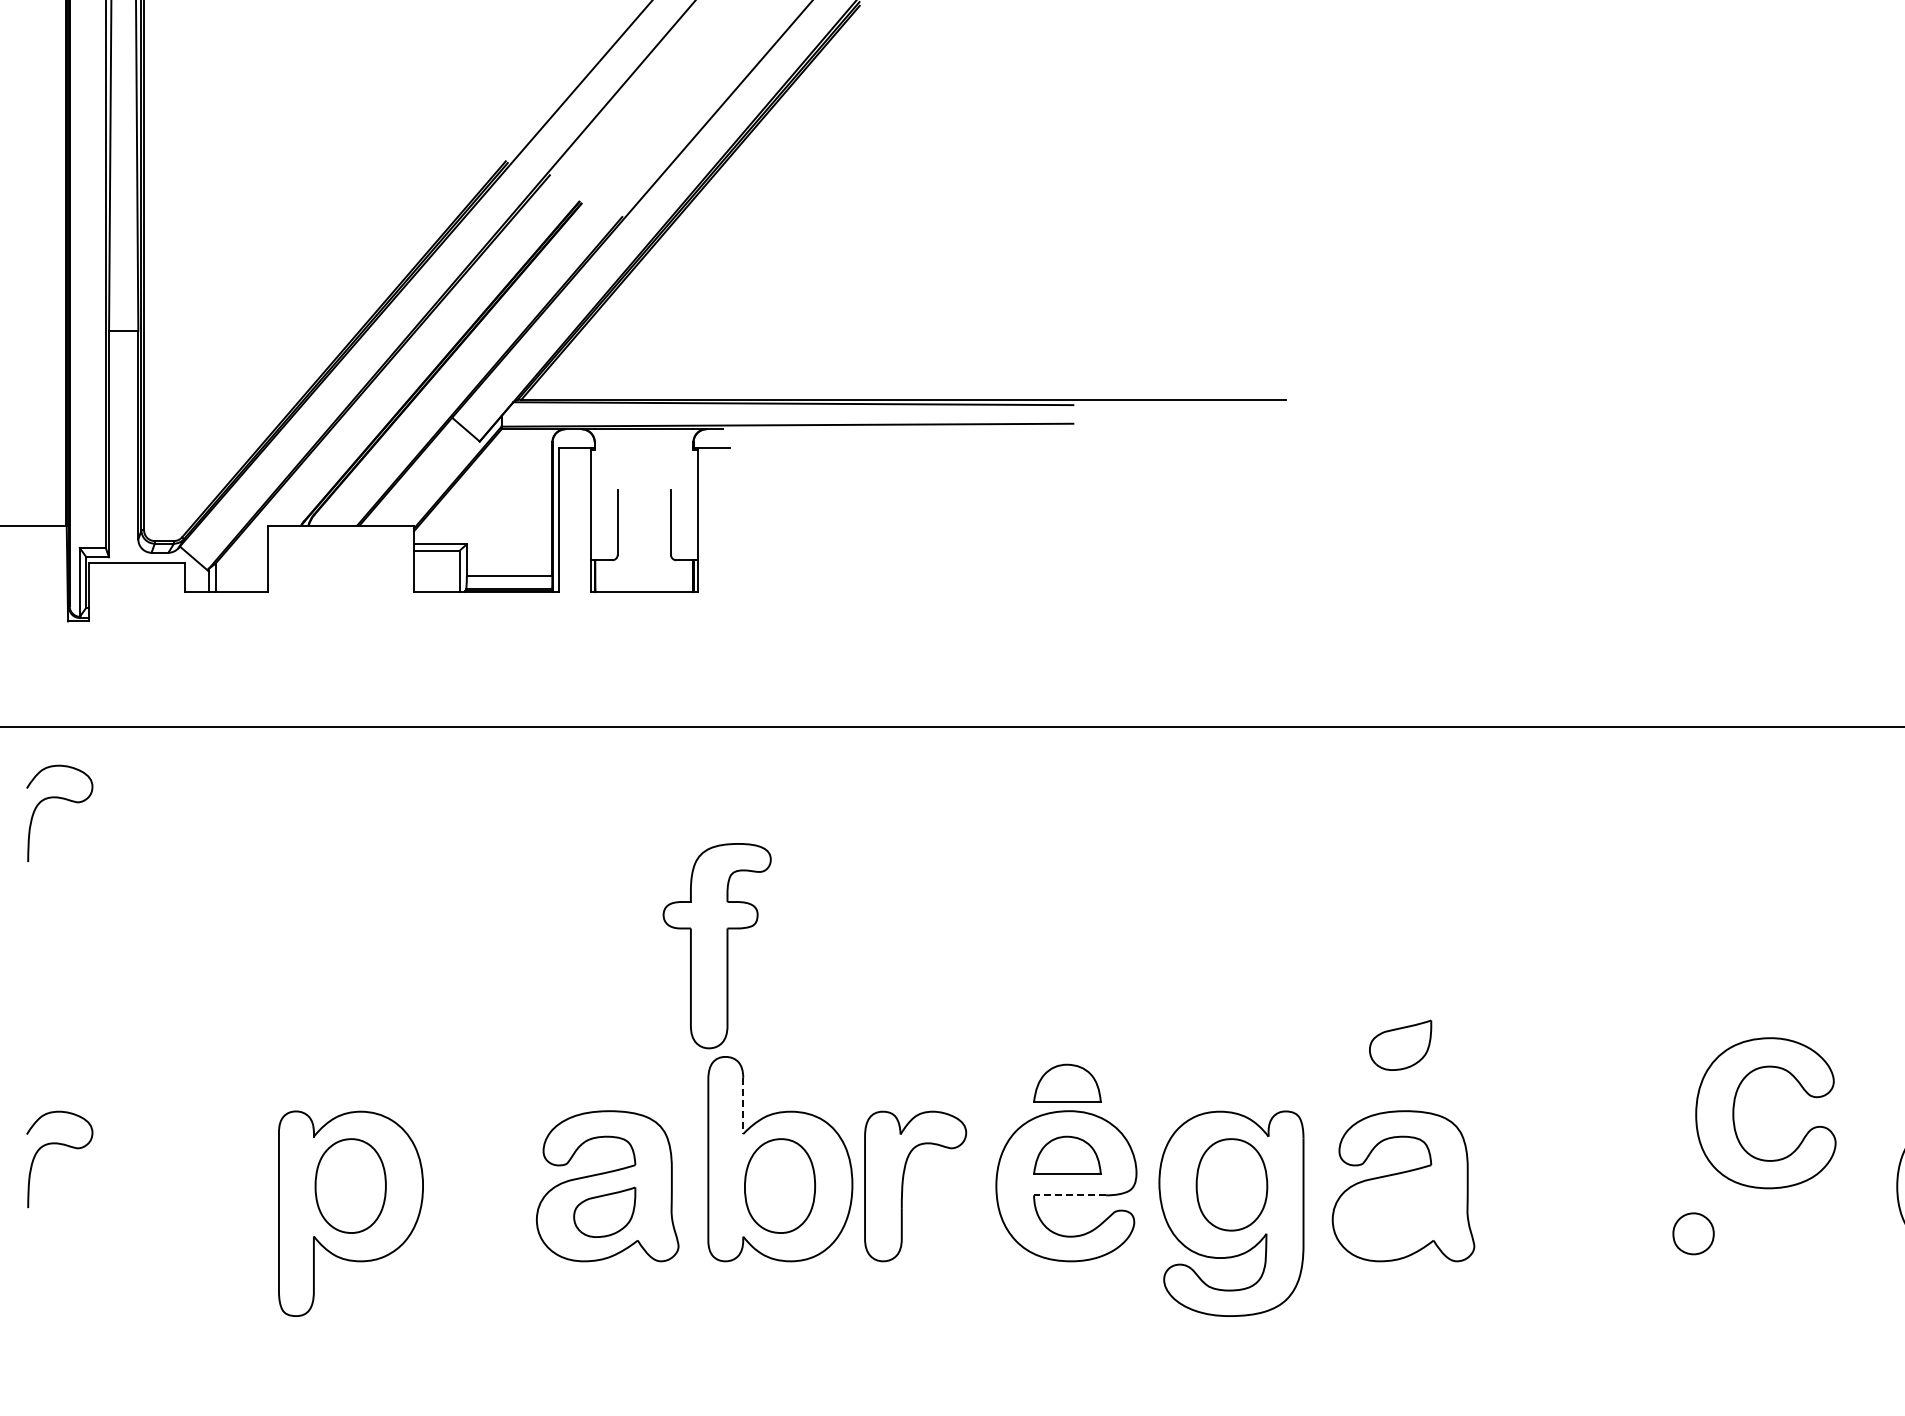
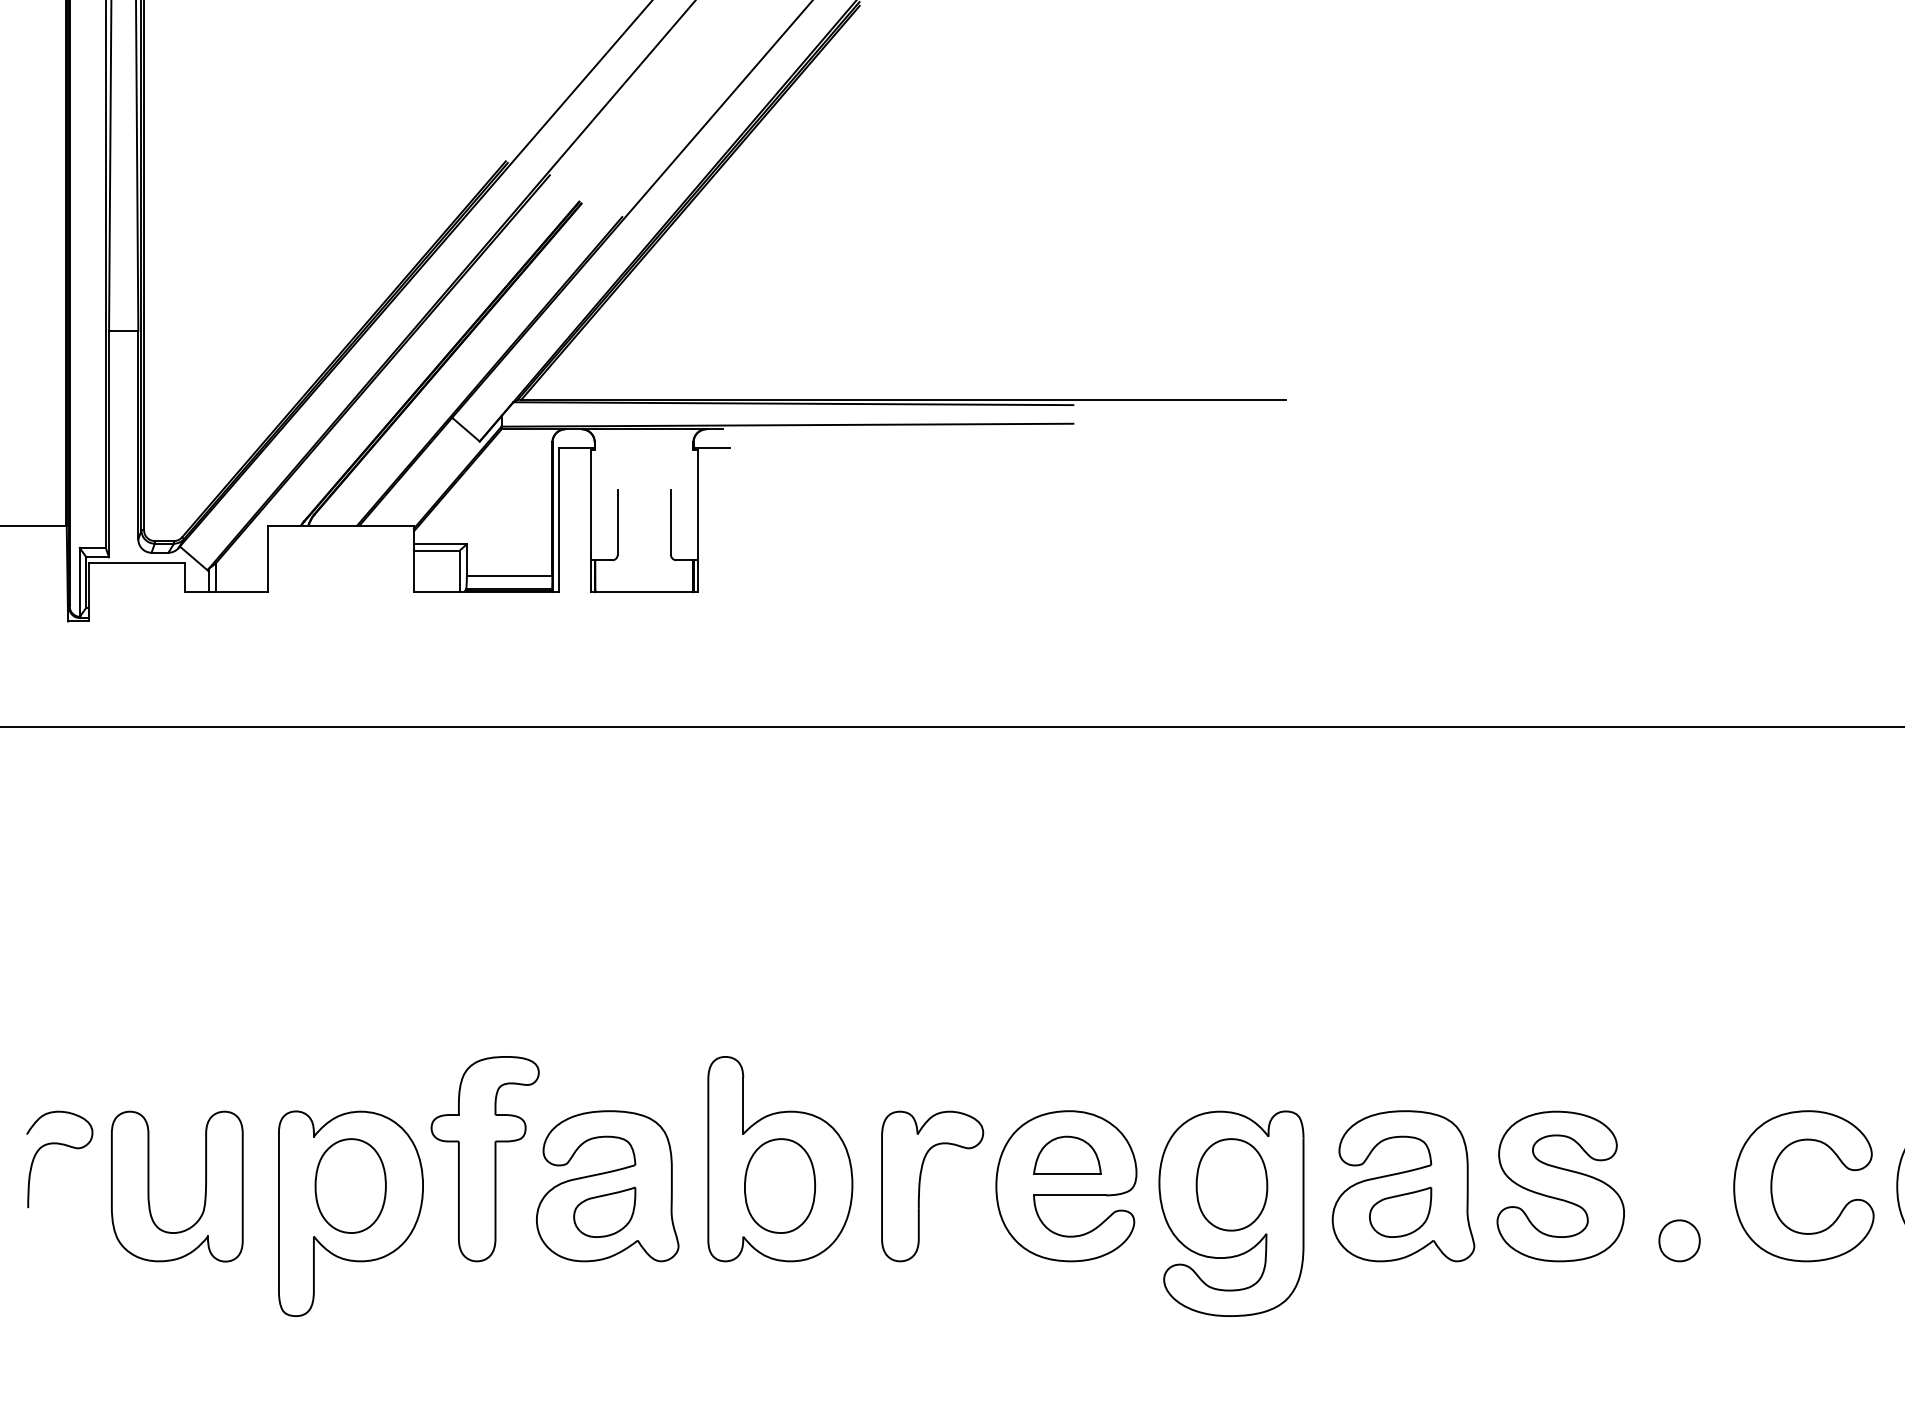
curve at (61, 799): present -> none
part at (716, 946) position: (716, 946) -> (484, 1159)
part at (1400, 1044) position: (1400, 1044) -> (1400, 1211)
part at (1067, 1082): present -> none
line at (743, 1106): dashed -> solid
part at (1734, 1113) position: (1734, 1113) -> (1772, 1186)
part at (903, 1186) position: (903, 1186) -> (920, 1186)
part at (1560, 1186): none -> present
part at (204, 1193): none -> present
line at (1069, 1195): dashed -> solid
part at (1693, 1233) position: (1693, 1233) -> (1679, 1240)
